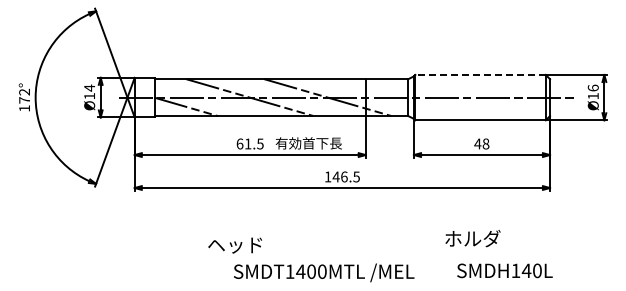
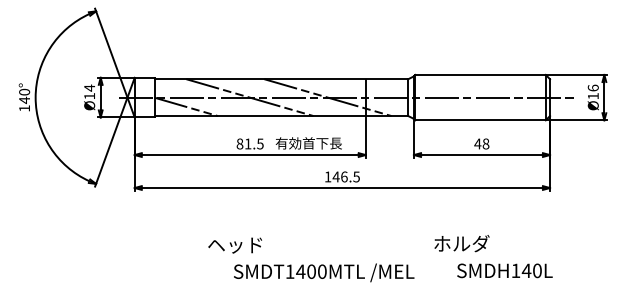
line at (480, 74): dashed -> solid
text at (24, 96): 172° -> 140°
text at (239, 143): 61.5 -> 81.5
text at (472, 238) position: (472, 238) -> (461, 243)
